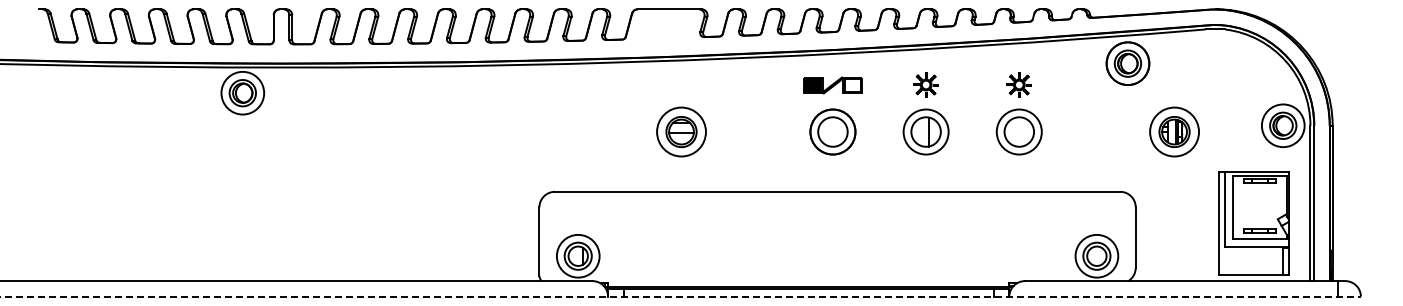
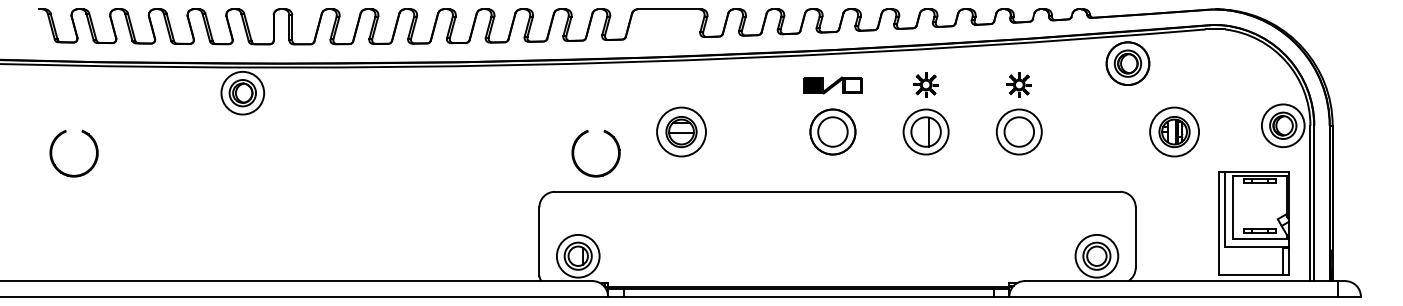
part at (56, 165): none -> present
part at (578, 165): none -> present
line at (681, 296): dashed -> solid
